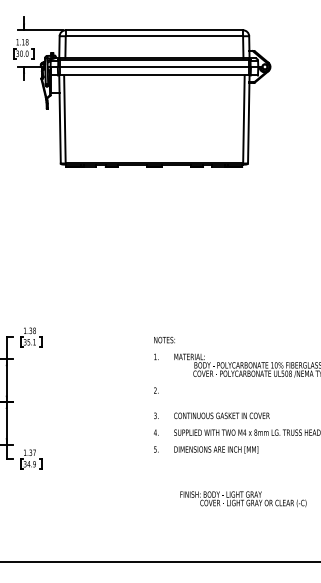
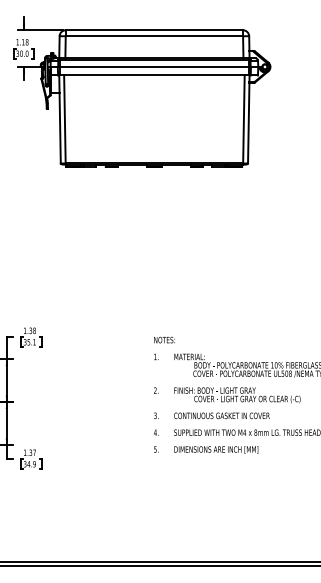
text at (243, 499) position: (243, 499) -> (237, 395)
line at (159, 565): none -> present
